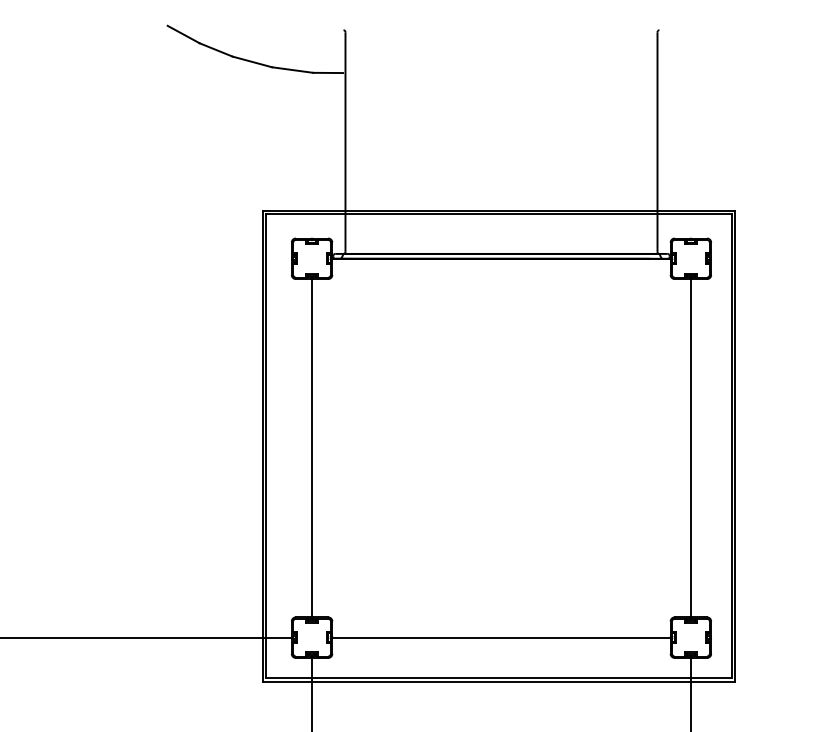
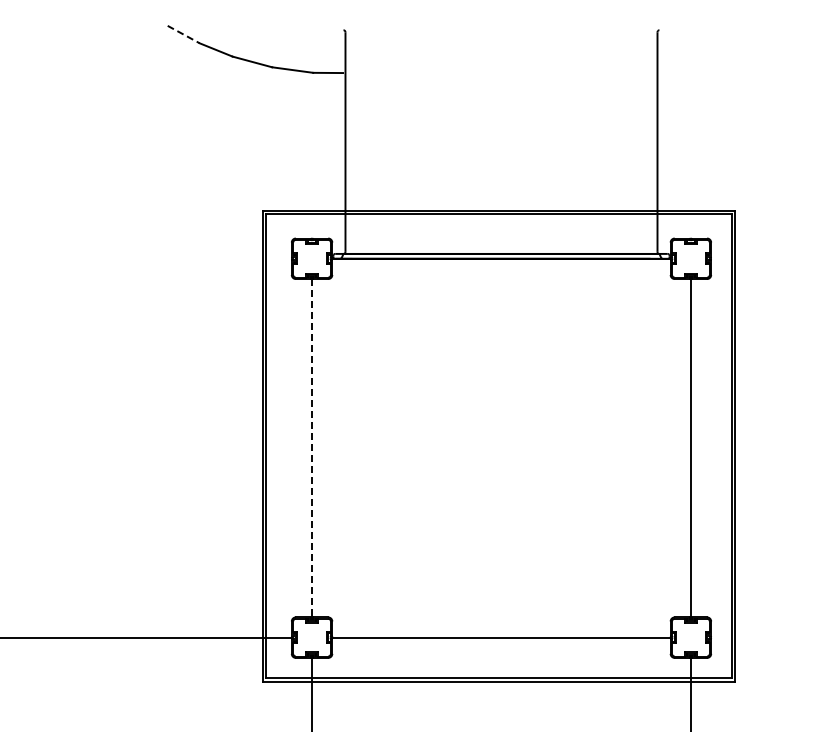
line at (184, 34): solid -> dashed
line at (312, 448): solid -> dashed
